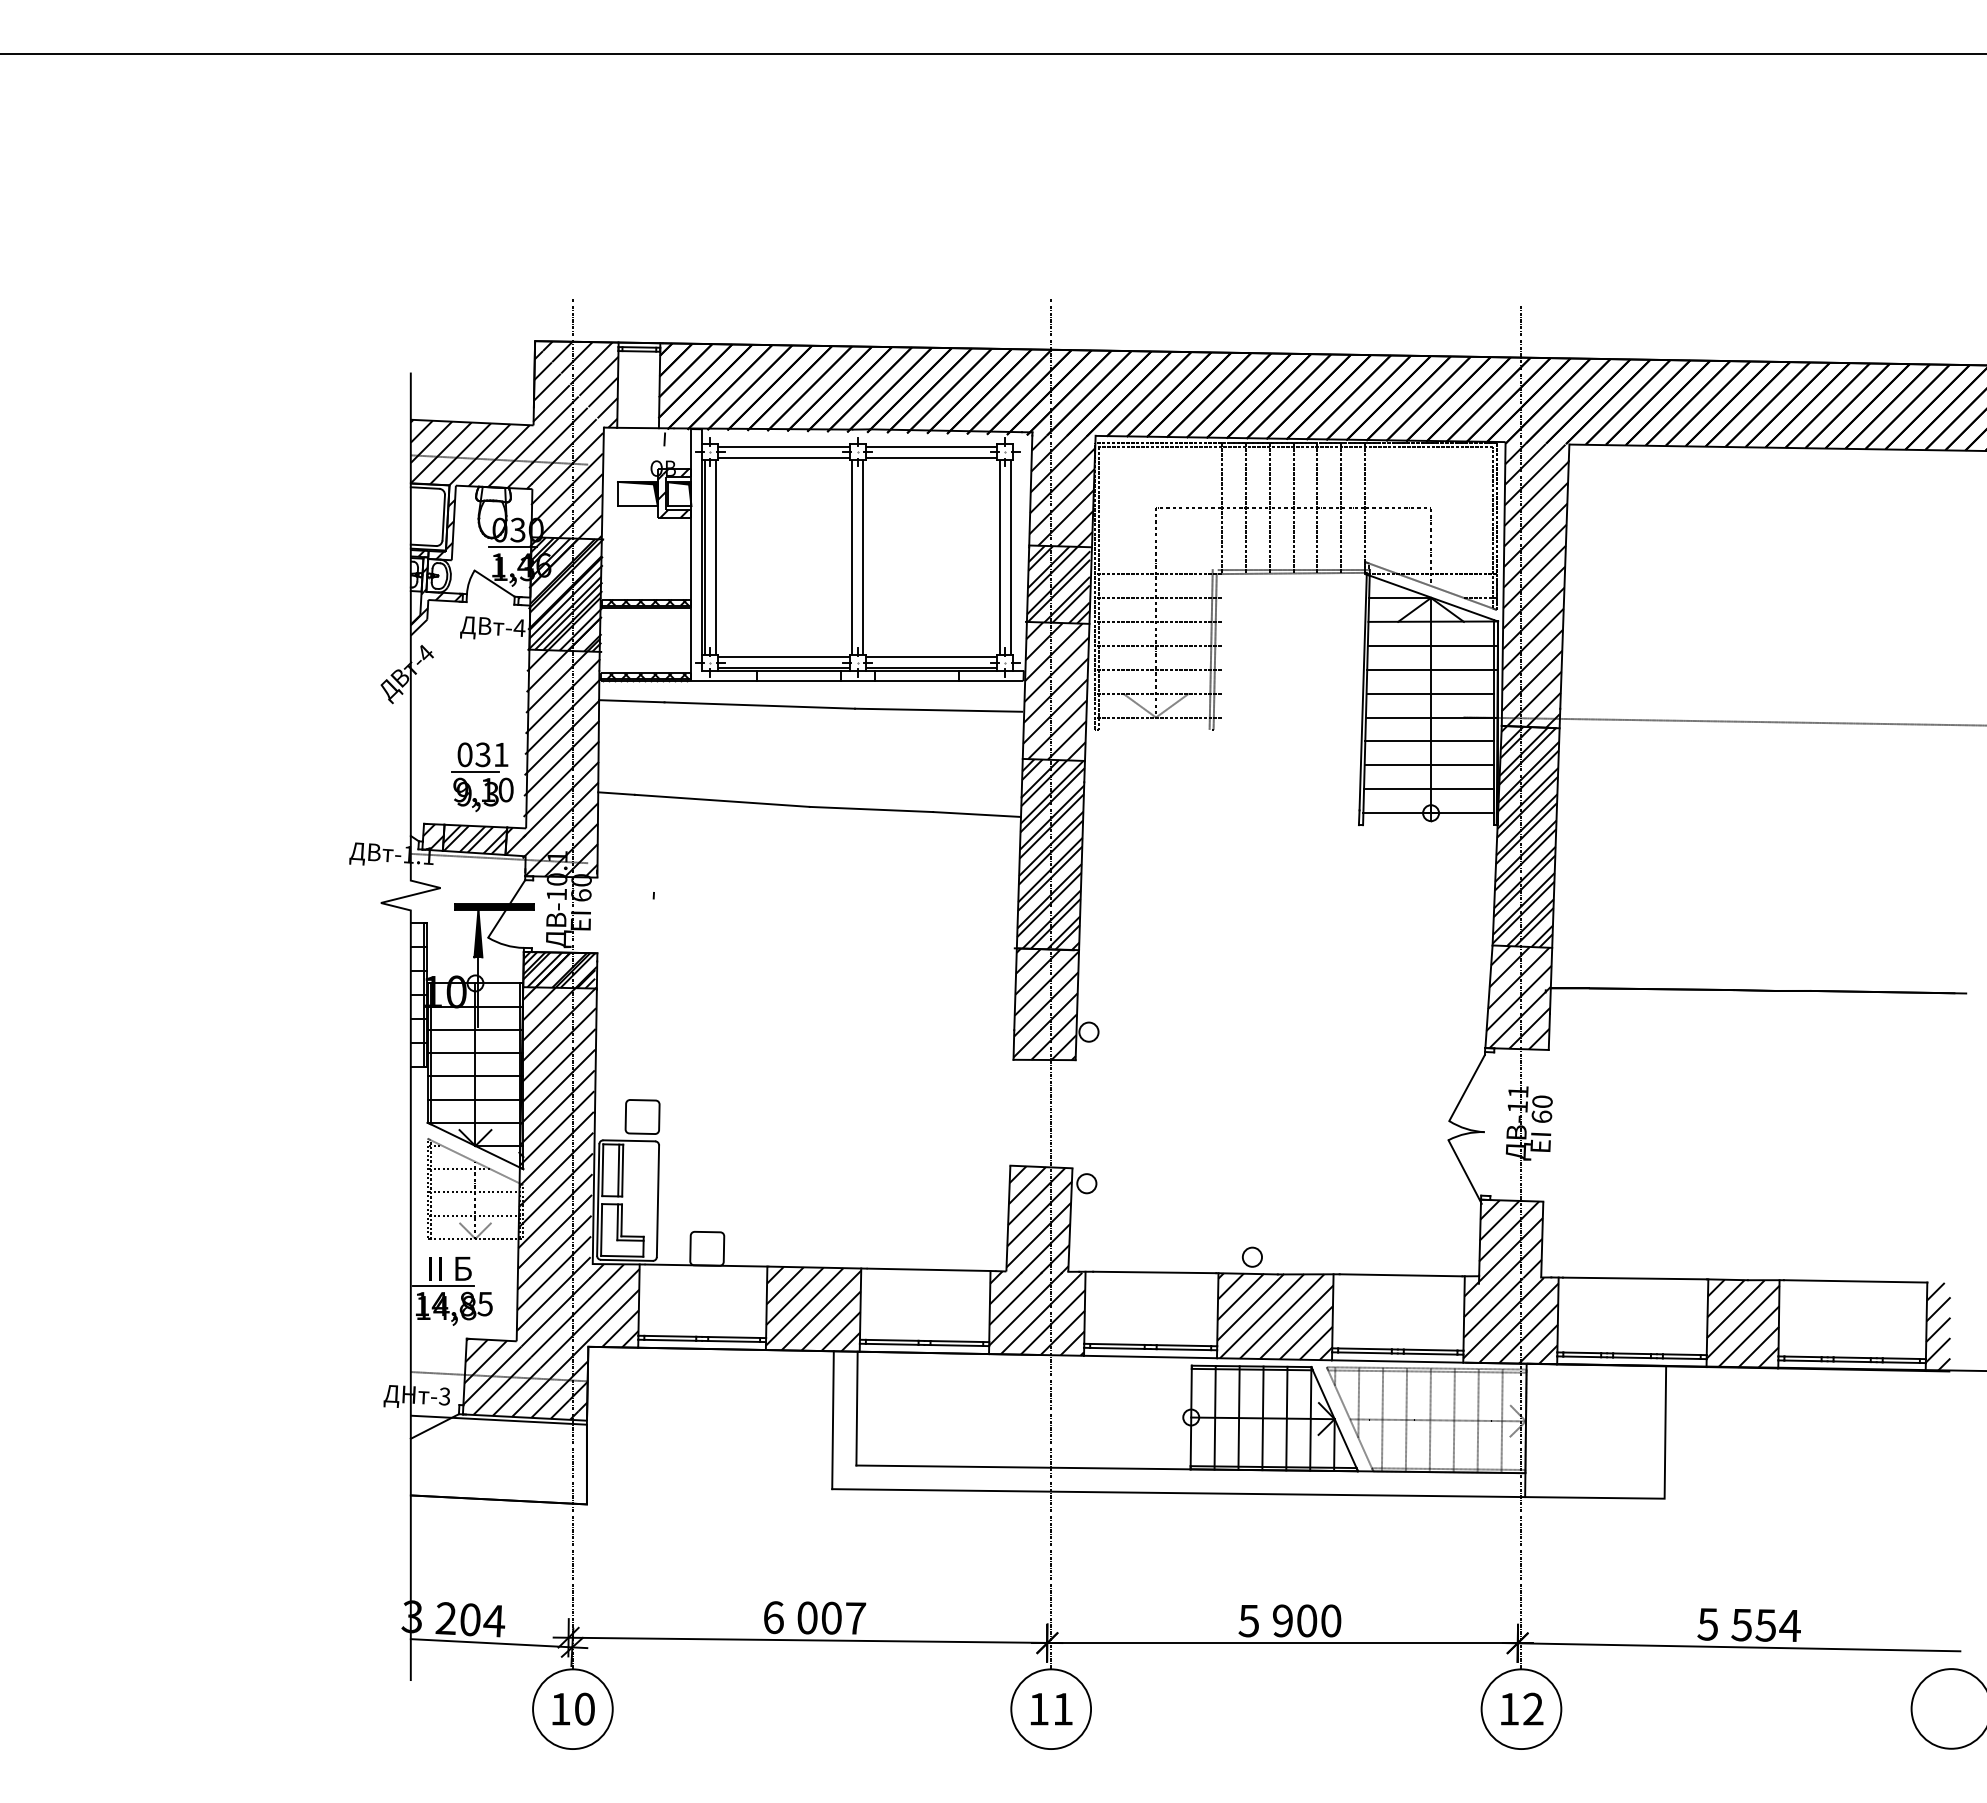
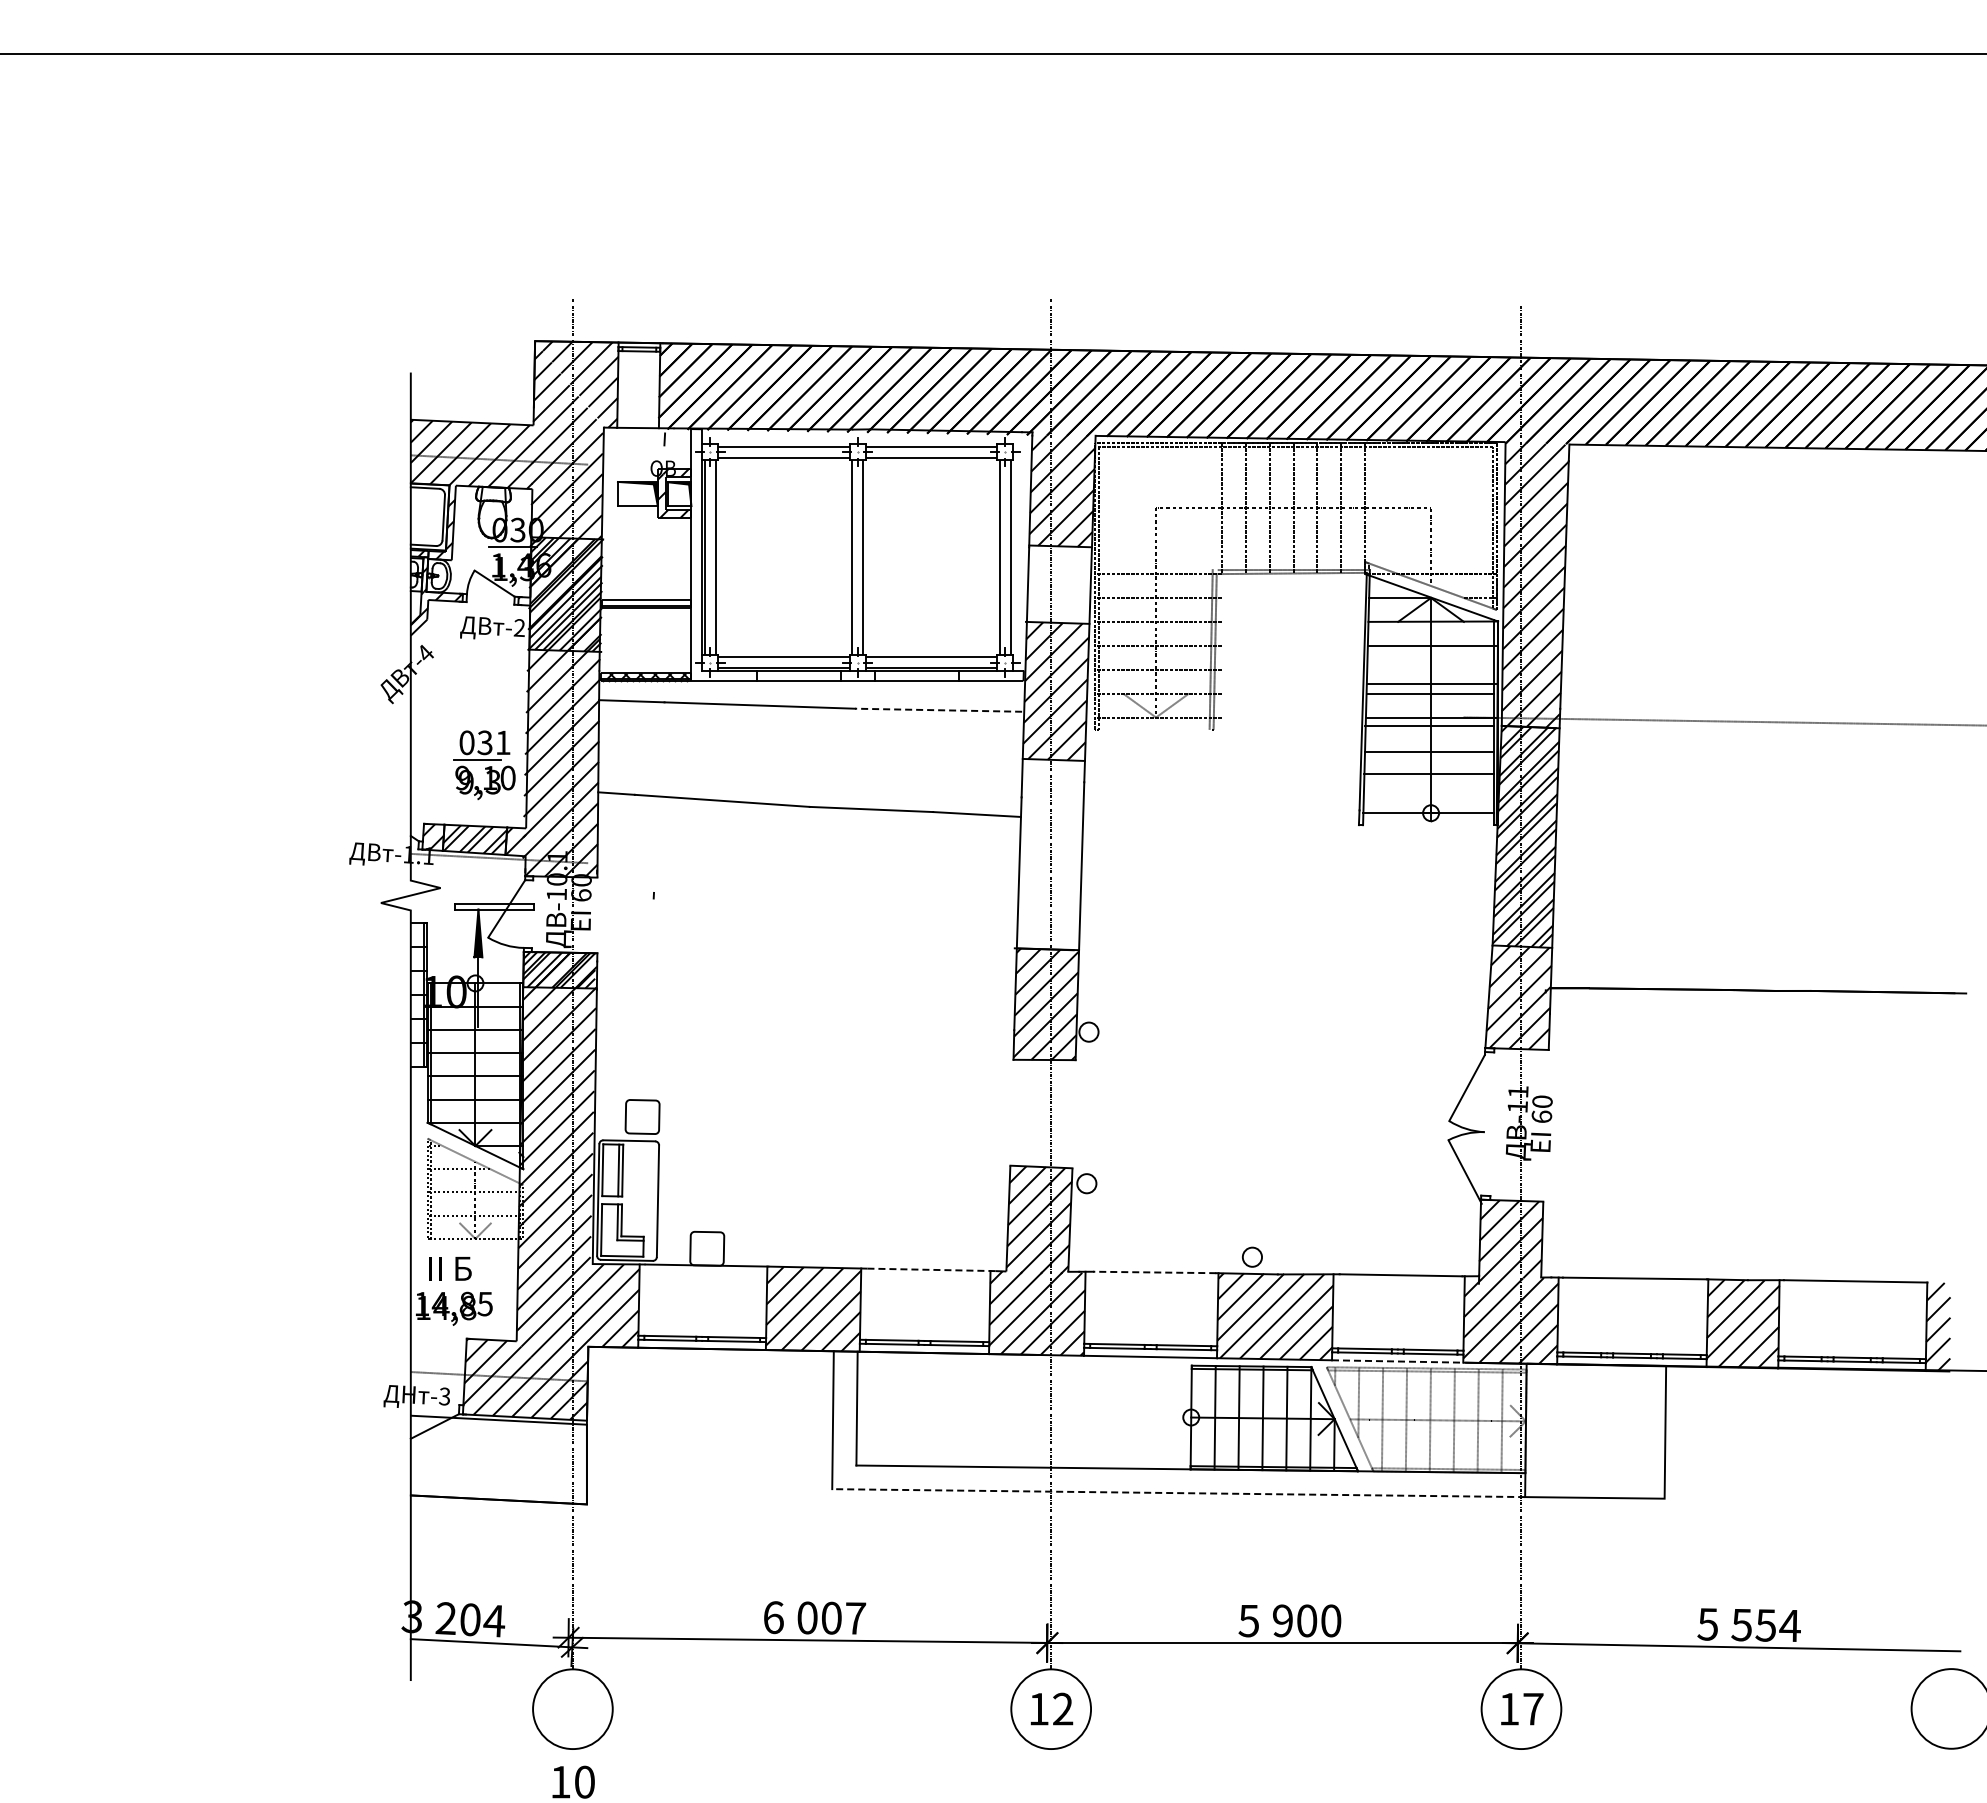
hatch at (1058, 584): present -> none
hatch at (647, 602): present -> none
text at (519, 627): -4 -> -2
line at (1431, 669) position: (1431, 669) -> (1431, 683)
line at (938, 710): solid -> dashed
line at (1429, 741) position: (1429, 741) -> (1429, 726)
line at (1429, 765) position: (1429, 765) -> (1429, 752)
part at (482, 777) position: (482, 777) -> (484, 765)
line at (1429, 789) position: (1429, 789) -> (1429, 774)
hatch at (1050, 854): present -> none
fill at (494, 906): present -> none
line at (931, 1269): solid -> dashed
line at (1154, 1272): solid -> dashed
line at (443, 1285): present -> none
line at (1397, 1361): solid -> dashed
line at (1178, 1493): solid -> dashed
text at (573, 1708) position: (573, 1708) -> (573, 1781)
text at (1063, 1708): 11 -> 12
text at (1533, 1708): 12 -> 17
